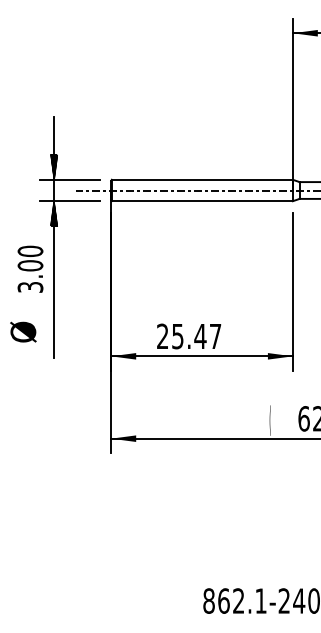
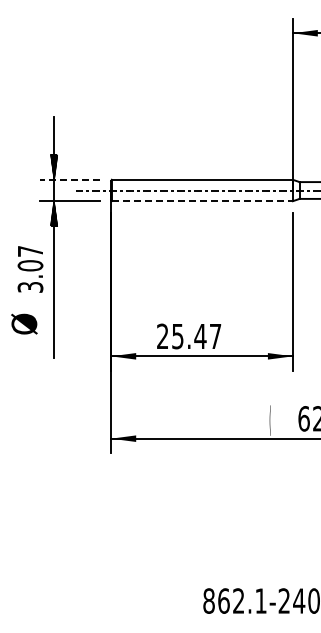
line at (69, 179): solid -> dashed
line at (202, 201): solid -> dashed
text at (30, 251): 3.00 -> 3.07
text at (23, 331) position: (23, 331) -> (24, 323)
